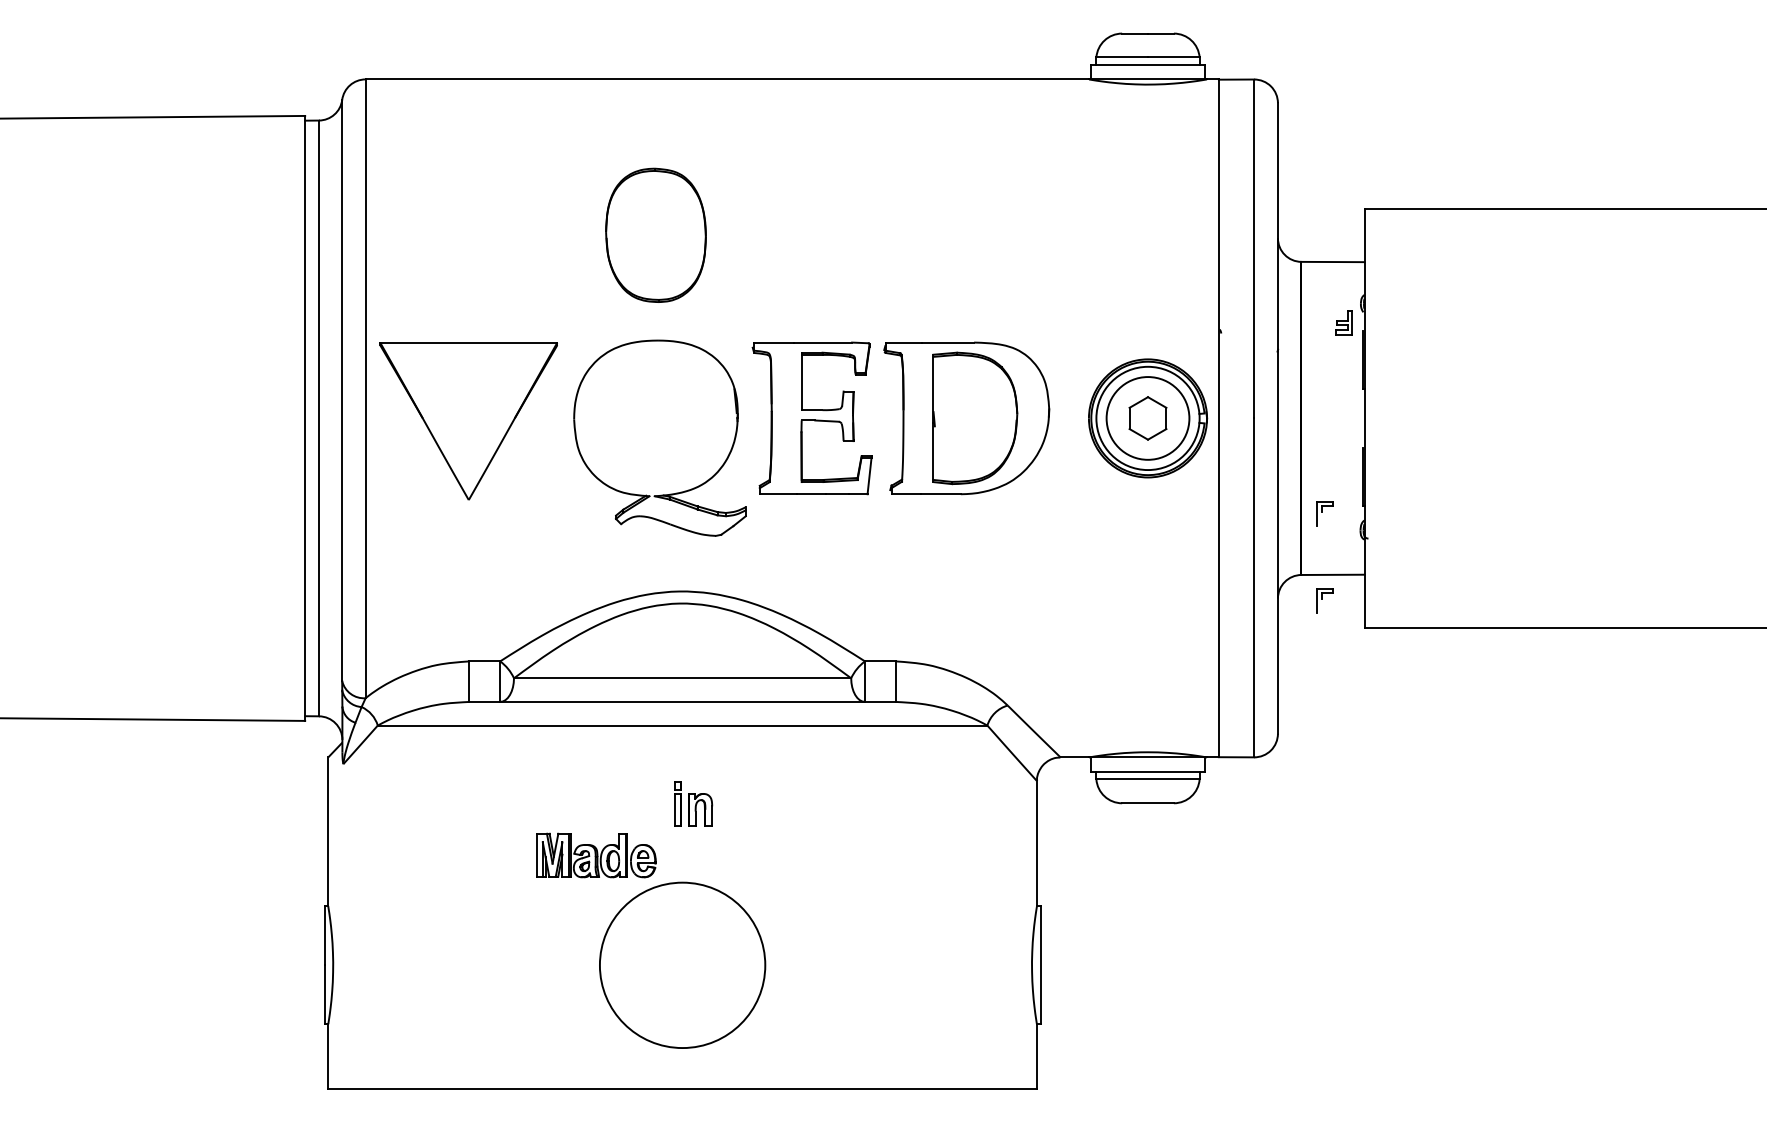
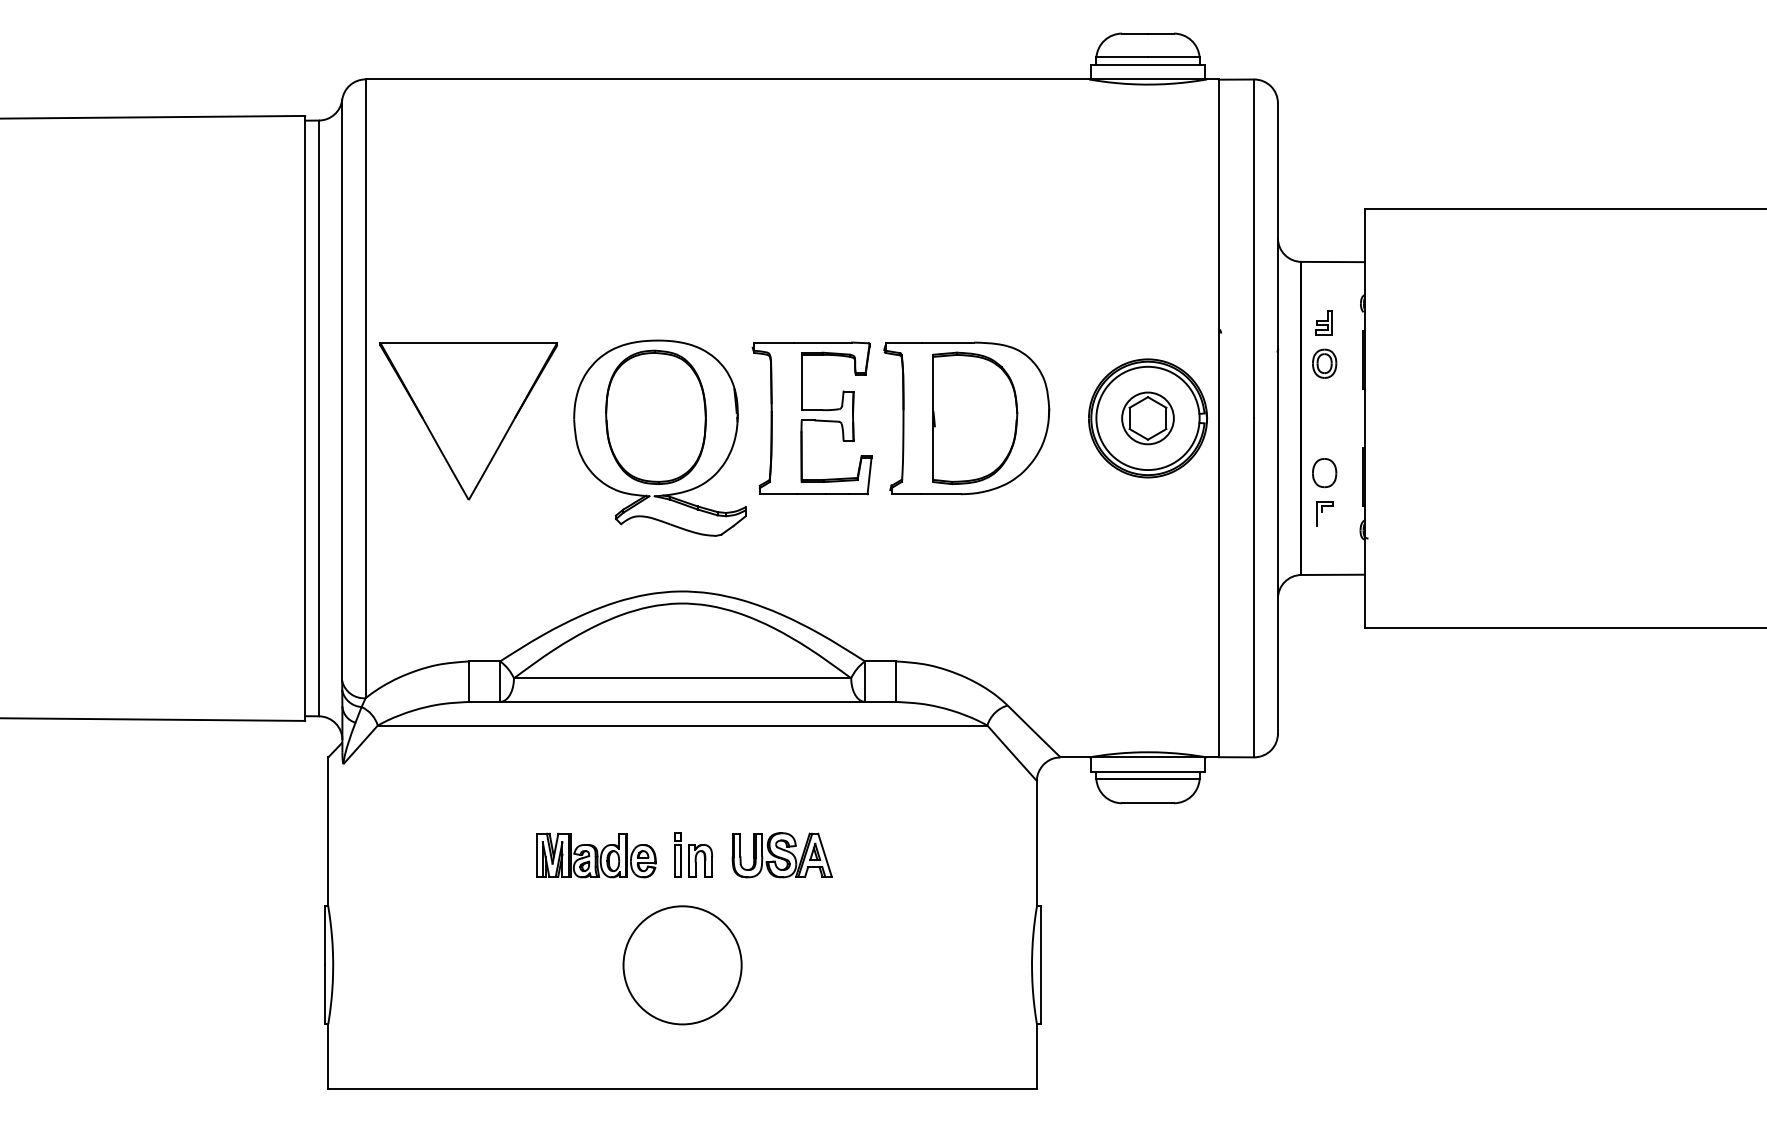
part at (655, 234) position: (655, 234) -> (655, 416)
part at (1343, 322) position: (1343, 322) -> (1323, 322)
part at (1324, 363): none -> present
circle at (1147, 418) diameter: 83 px -> 52 px
part at (1324, 473): none -> present
part at (1324, 600): present -> none
part at (693, 803) position: (693, 803) -> (693, 854)
part at (781, 855): none -> present
circle at (682, 965) diameter: 165 px -> 118 px
